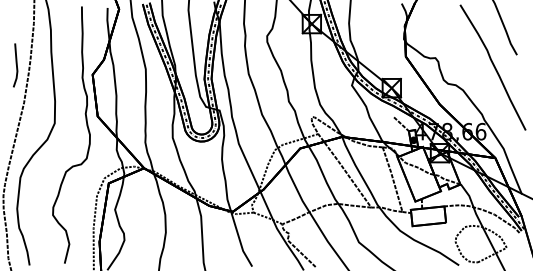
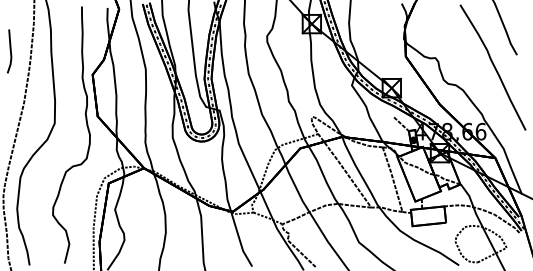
line at (15, 64) position: (15, 64) -> (9, 50)
